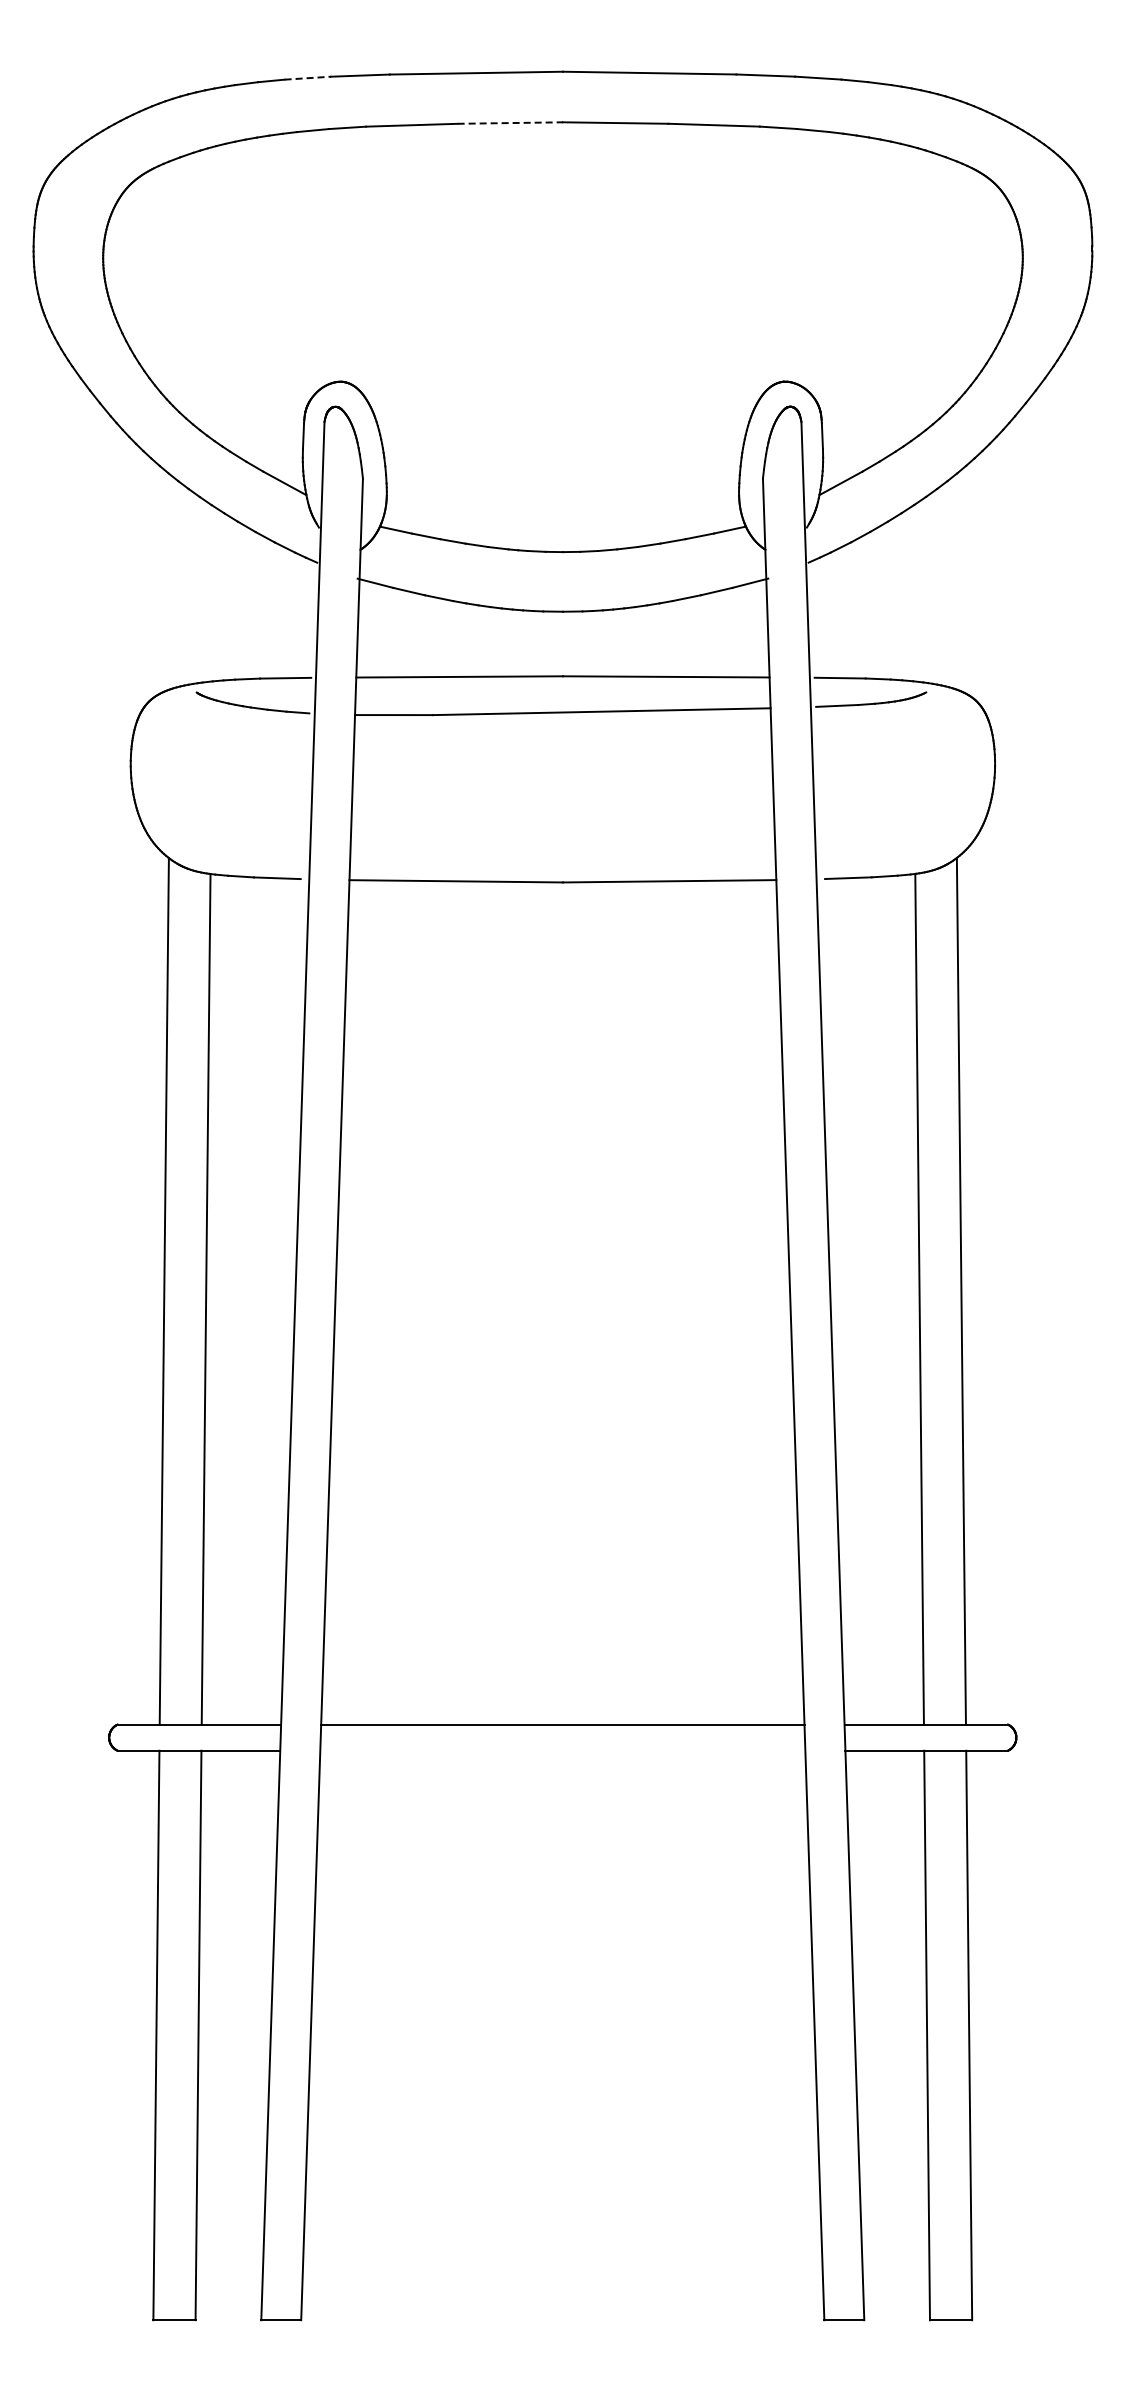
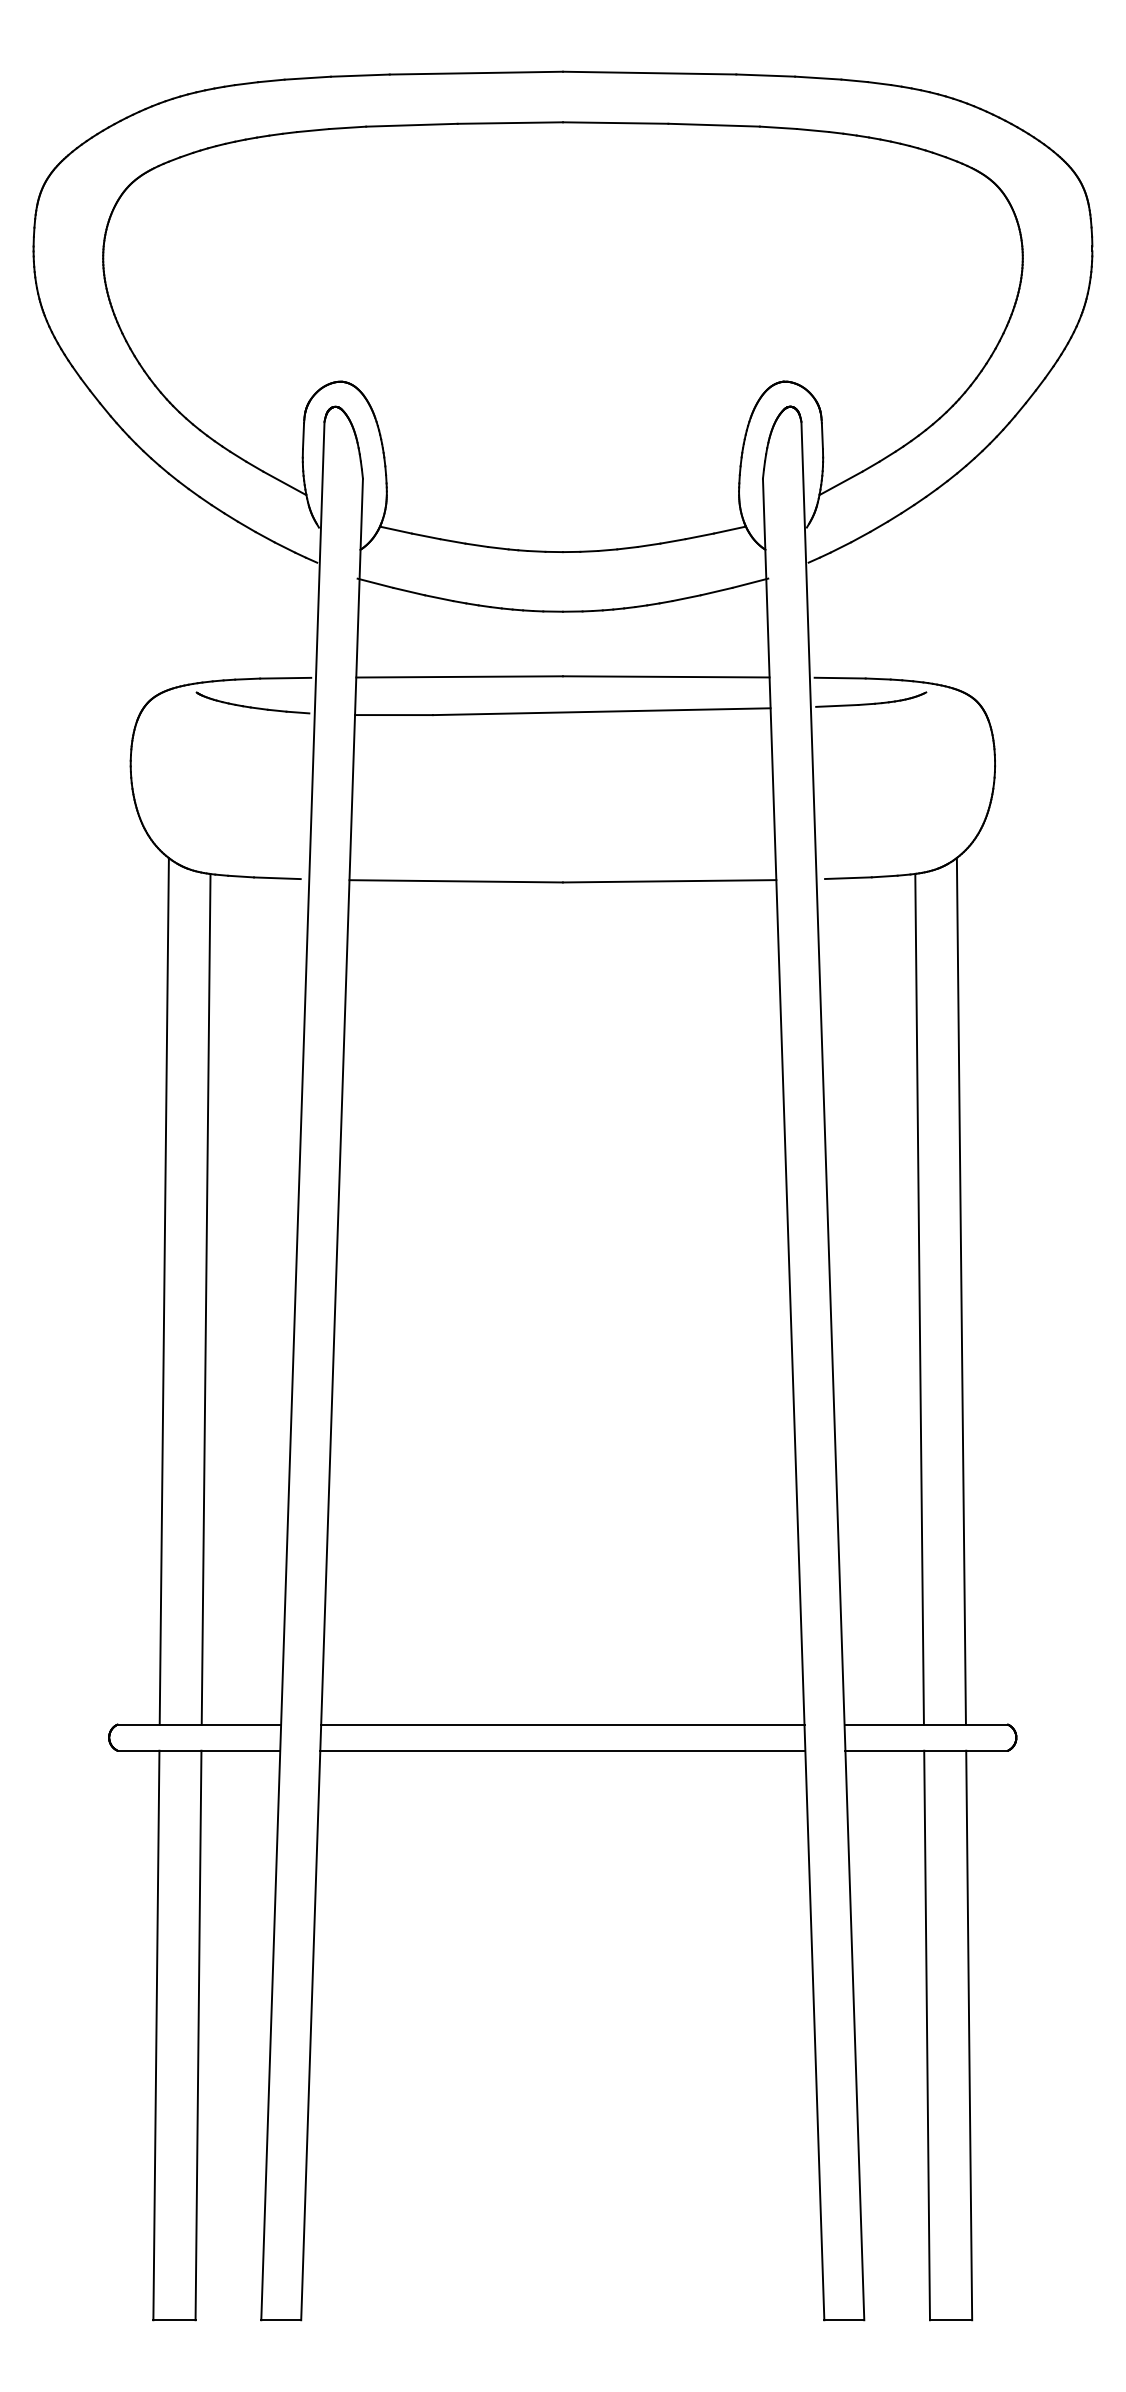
line at (308, 78): dashed -> solid
line at (510, 123): dashed -> solid
line at (562, 1750): none -> present
